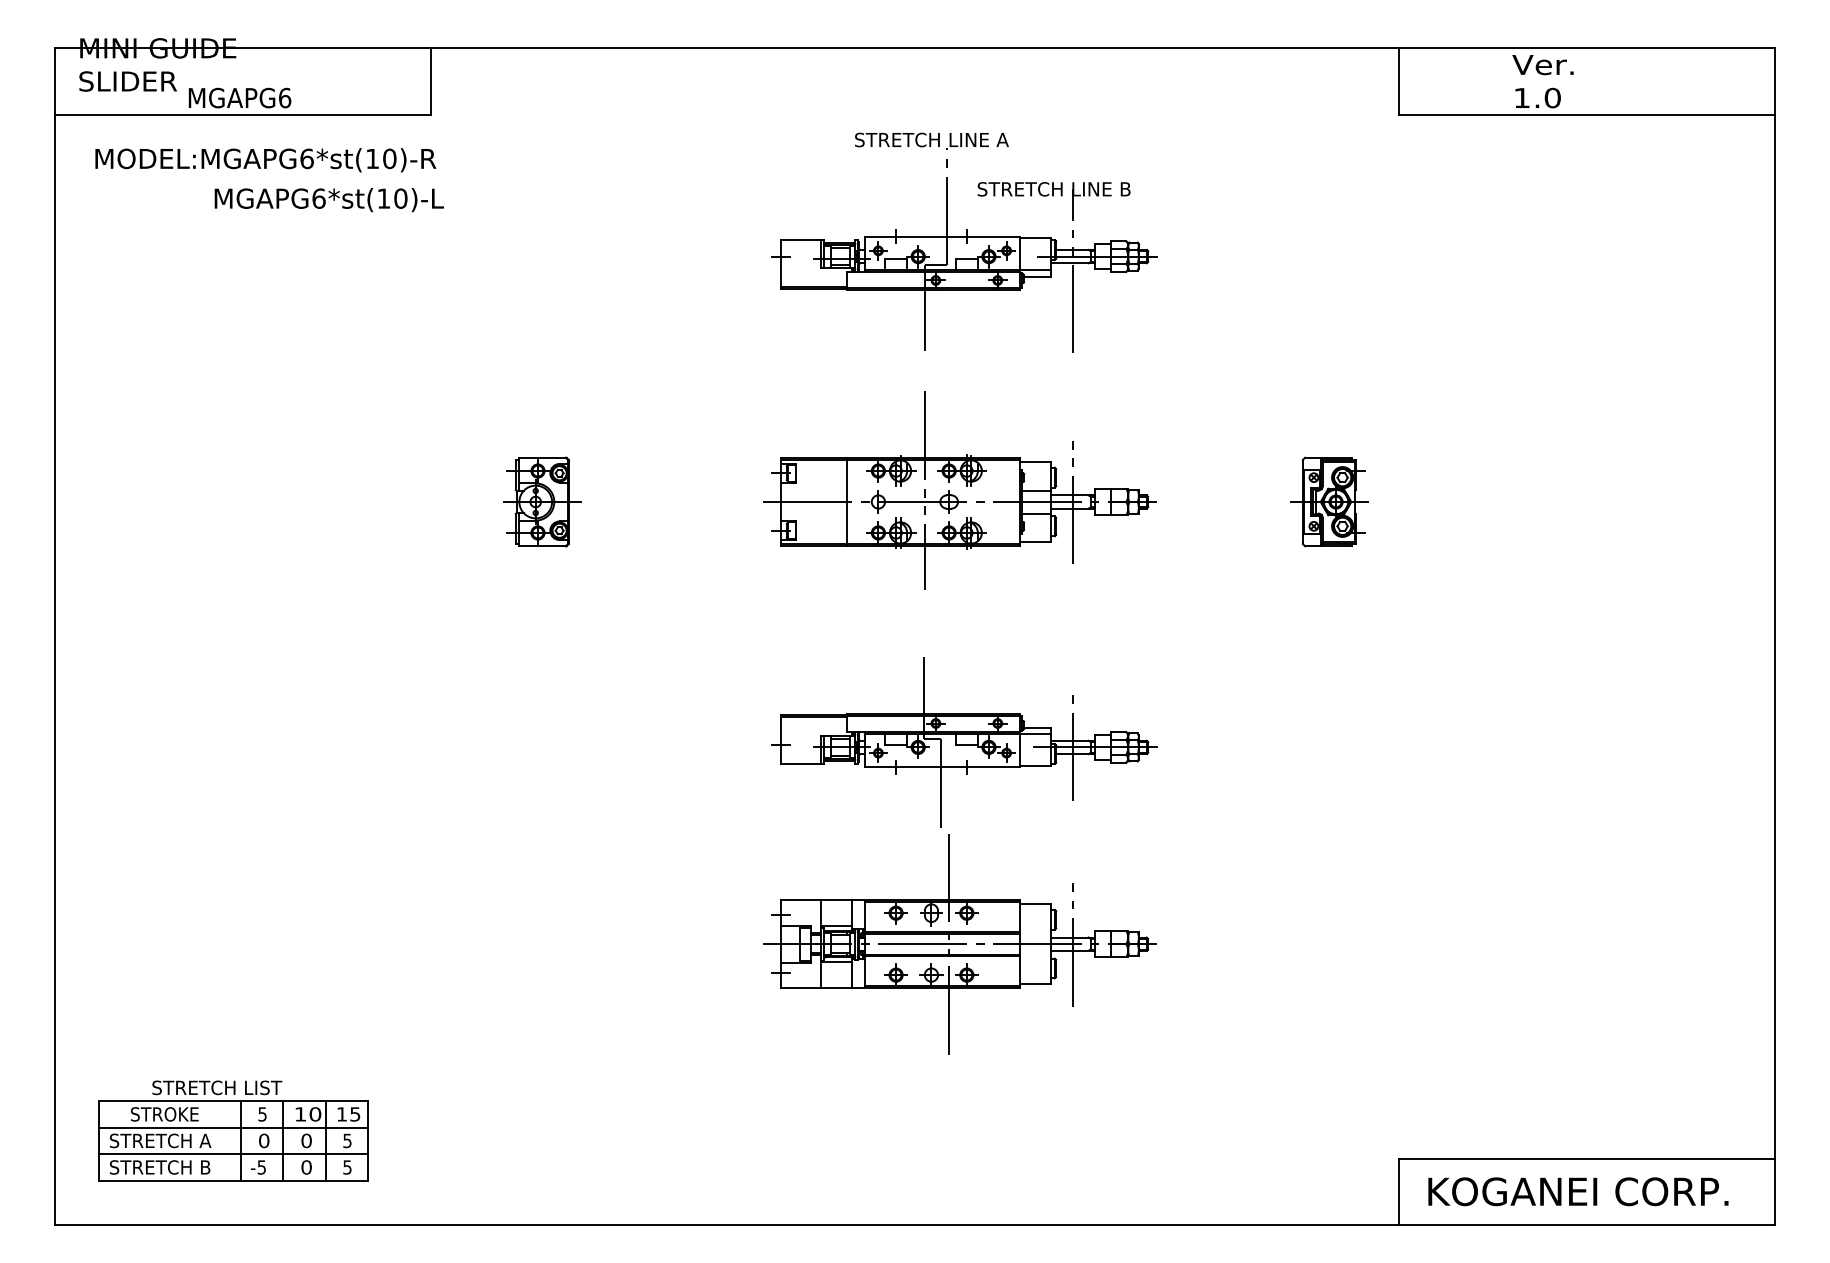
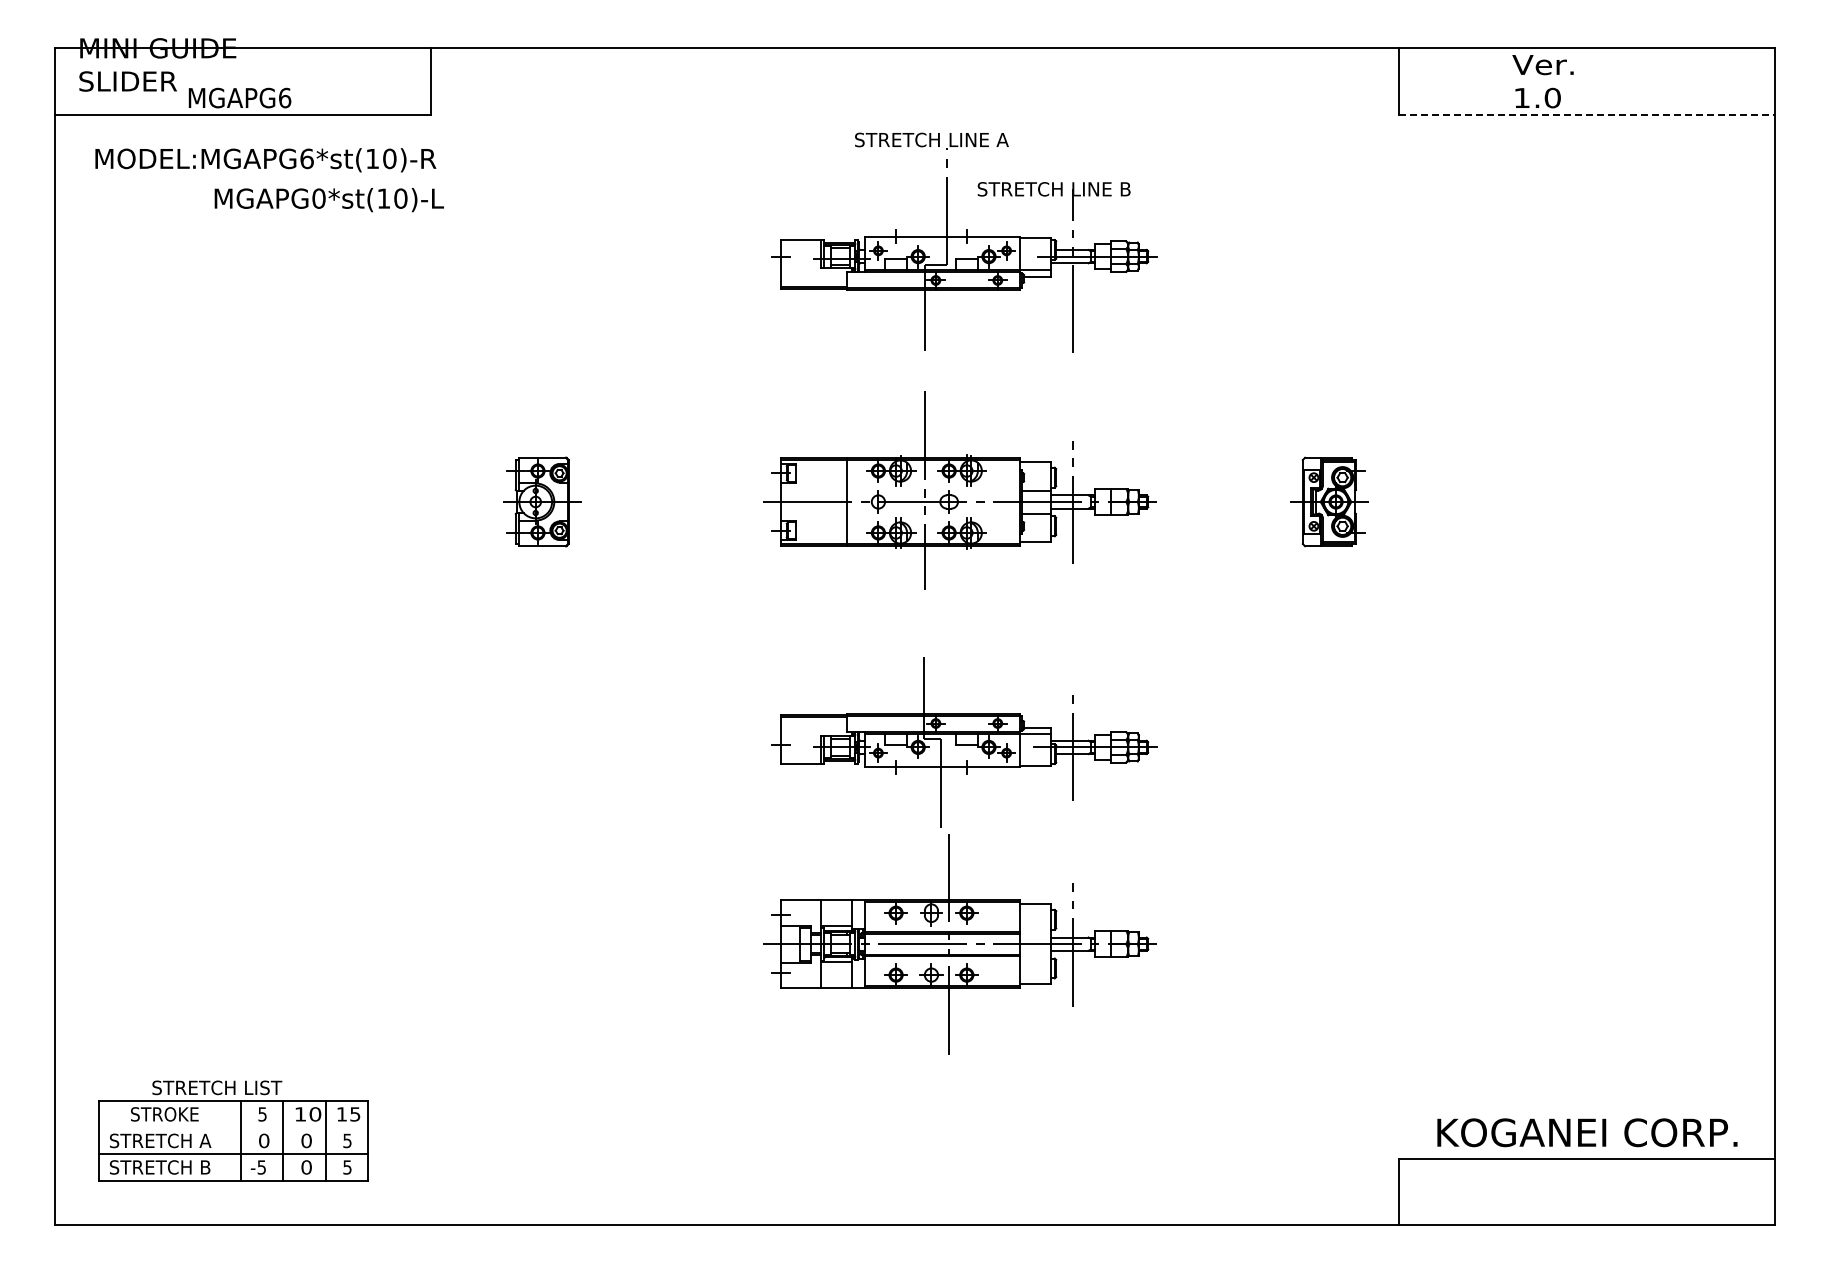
line at (1587, 114): solid -> dashed
text at (318, 198): MGAPG6*st(10)-L -> MGAPG0*st(10)-L
line at (233, 1127): present -> none
text at (1578, 1191) position: (1578, 1191) -> (1587, 1132)
